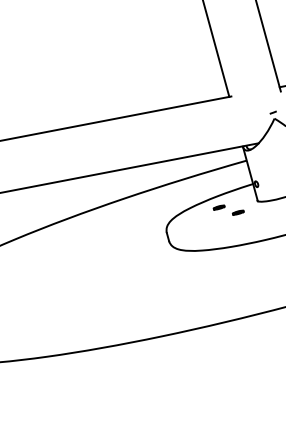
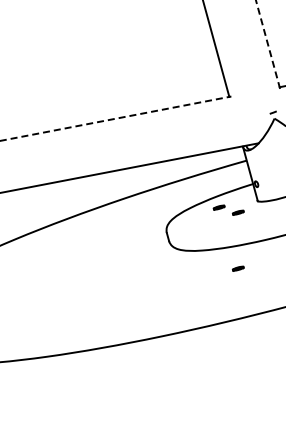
line at (268, 46): solid -> dashed
line at (116, 118): solid -> dashed
part at (237, 268): none -> present
